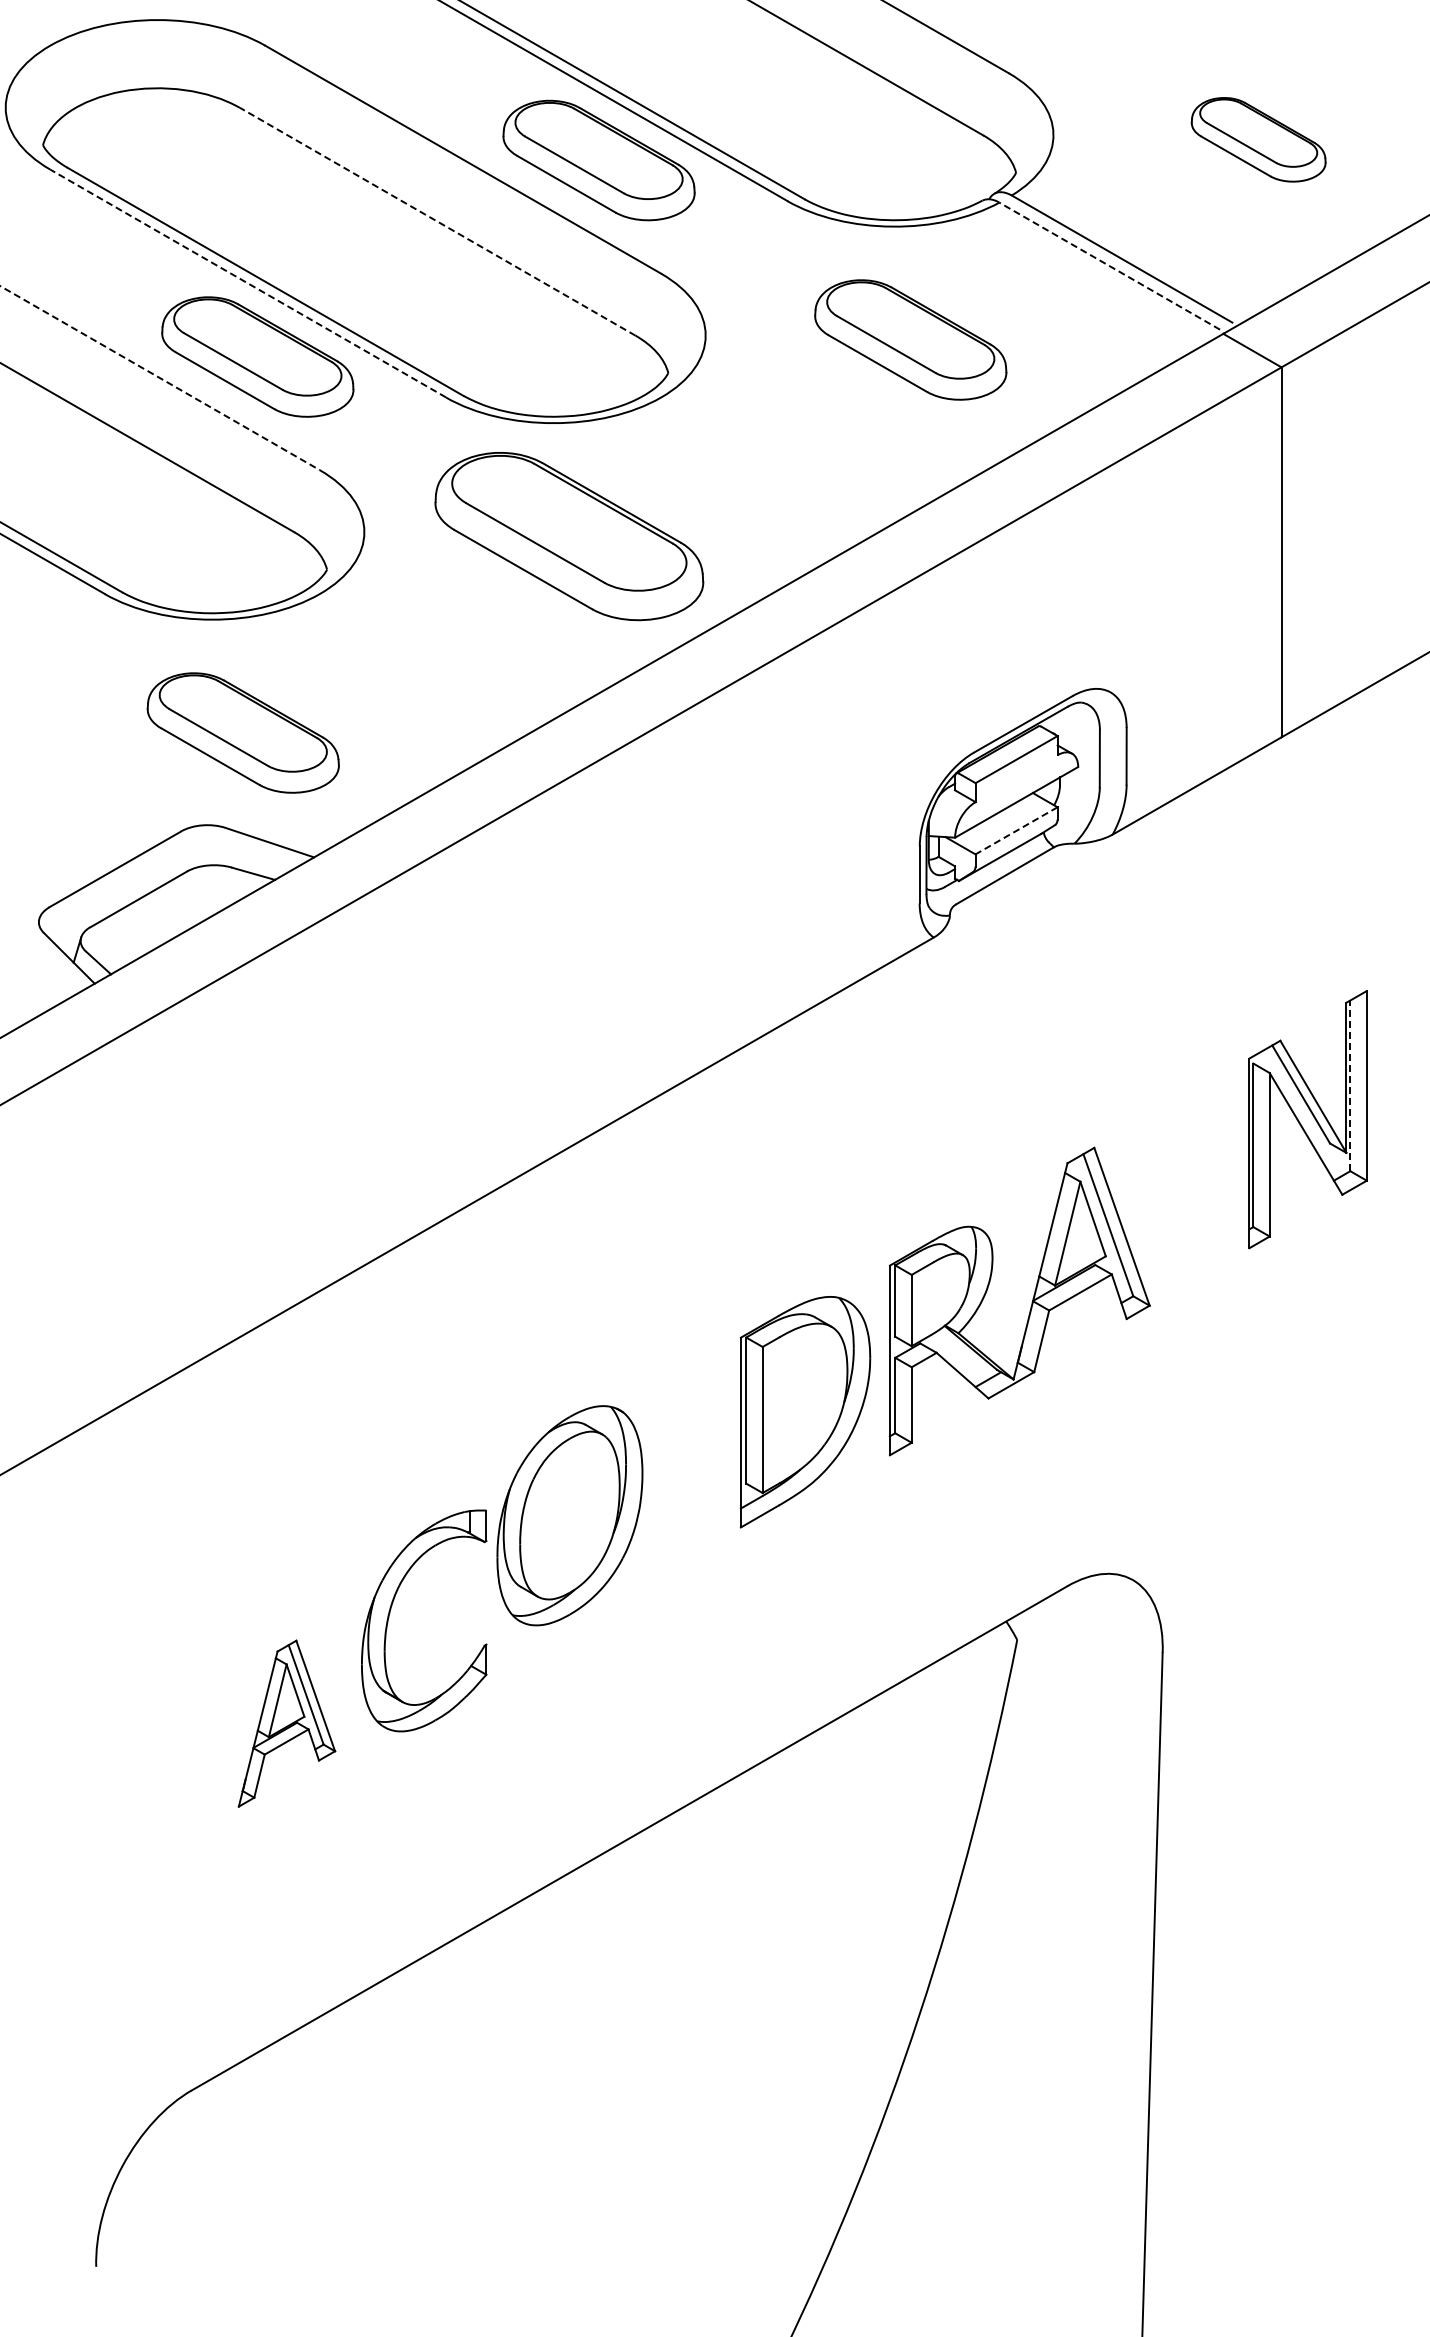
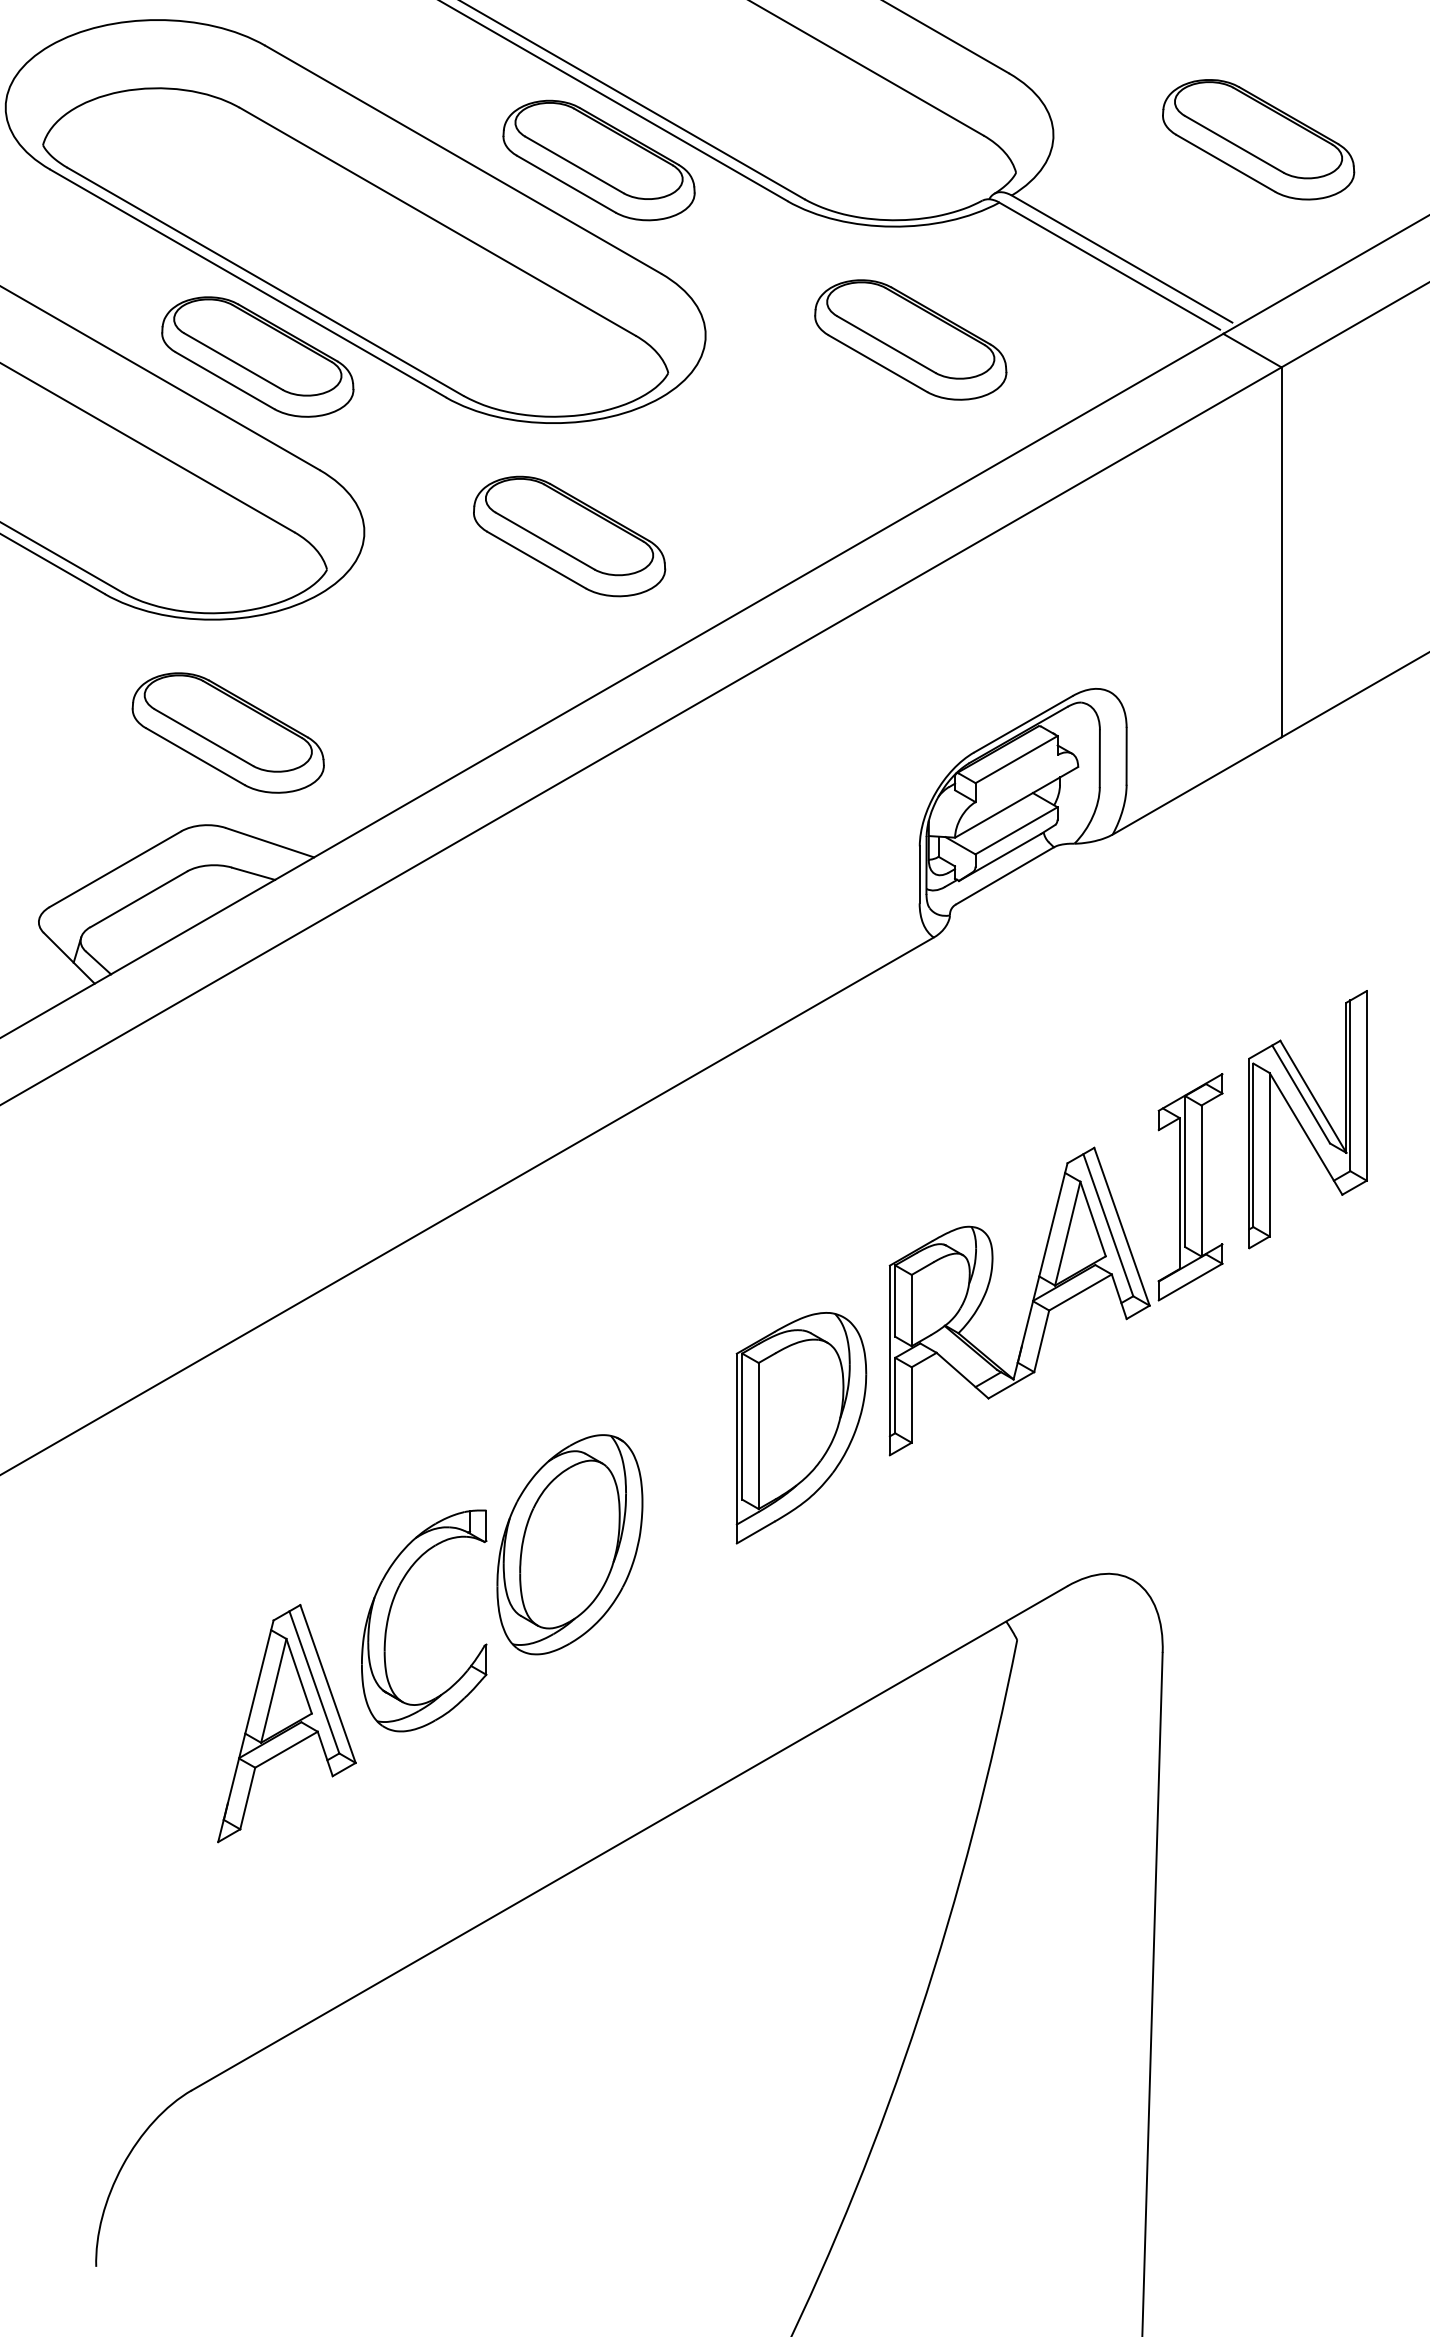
part at (1258, 139) size: 137x86 px -> 194x122 px
line at (437, 221): dashed -> solid
line at (1109, 265): dashed -> solid
line at (247, 283): dashed -> solid
line at (160, 378): dashed -> solid
part at (569, 536) size: 271x170 px -> 194x123 px
part at (242, 732) position: (242, 732) -> (227, 732)
line at (1016, 831): dashed -> solid
line at (1350, 1085): dashed -> solid
part at (1190, 1187): none -> present
part at (805, 1412) position: (805, 1412) -> (801, 1428)
part at (569, 1515) position: (569, 1515) -> (569, 1544)
part at (286, 1723) size: 100x169 px -> 140x240 px
